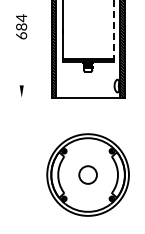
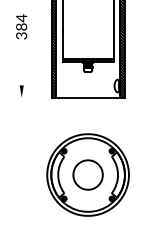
line at (113, 30): dashed -> solid
text at (21, 35): 684 -> 384
circle at (87, 174) diameter: 18 px -> 29 px
